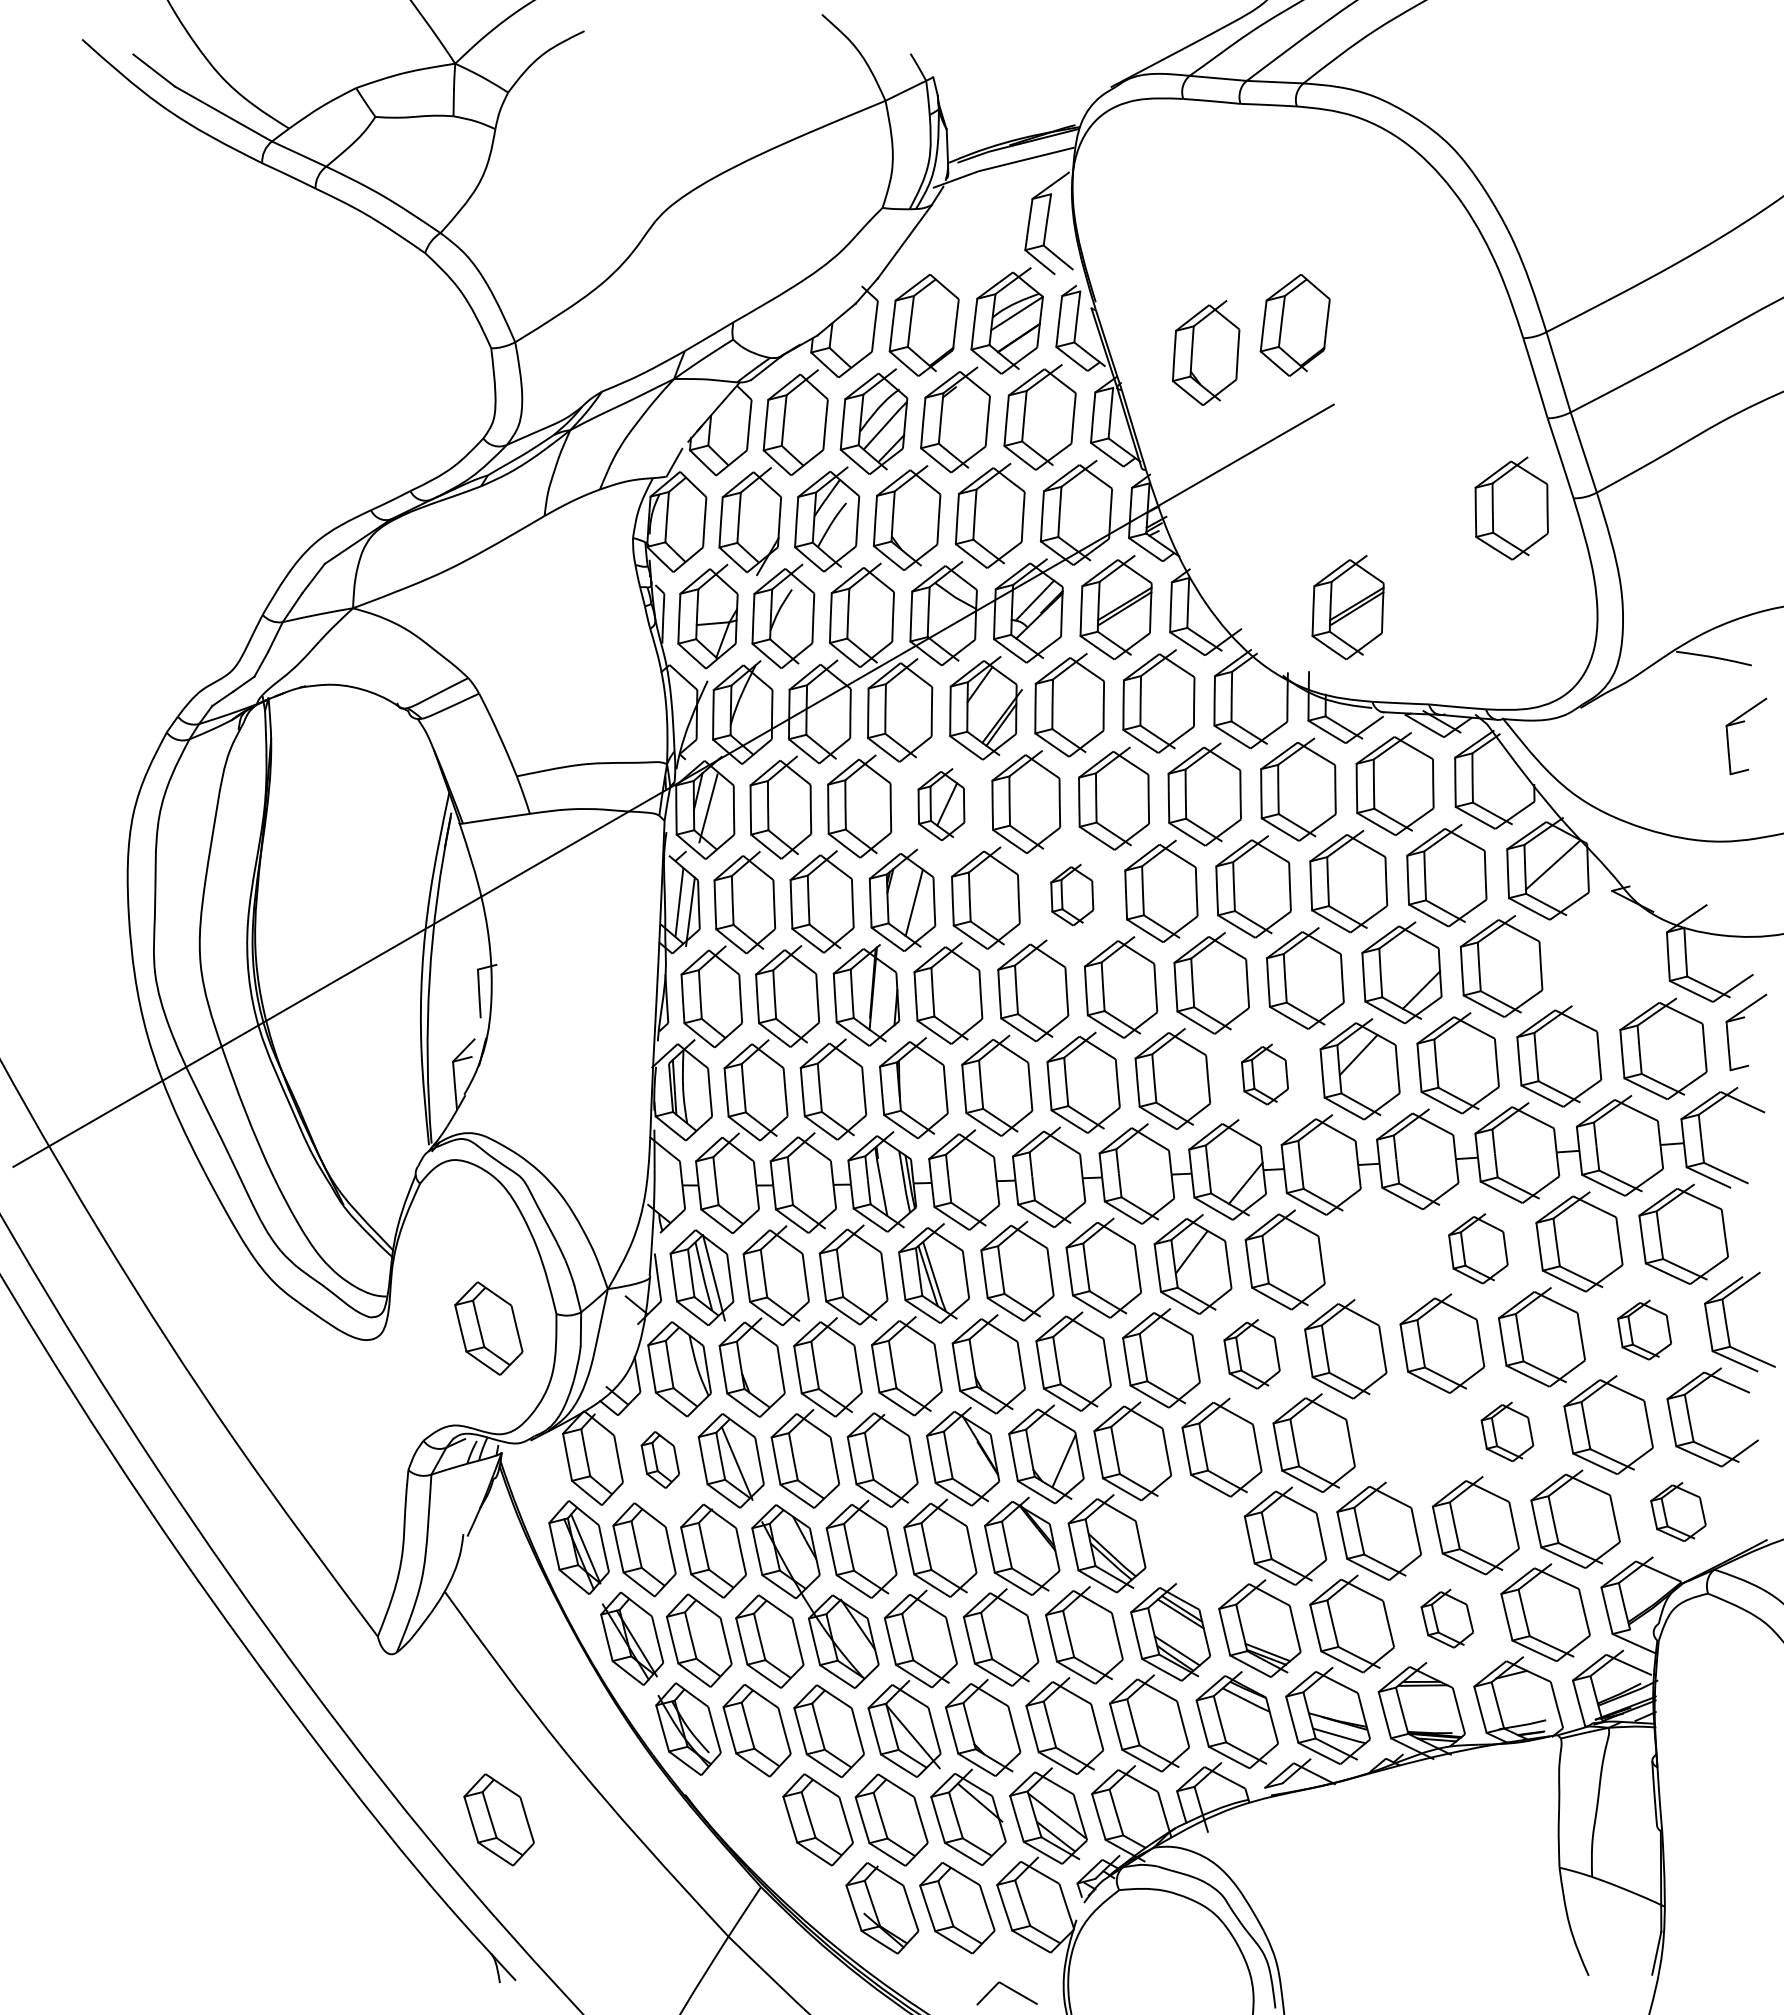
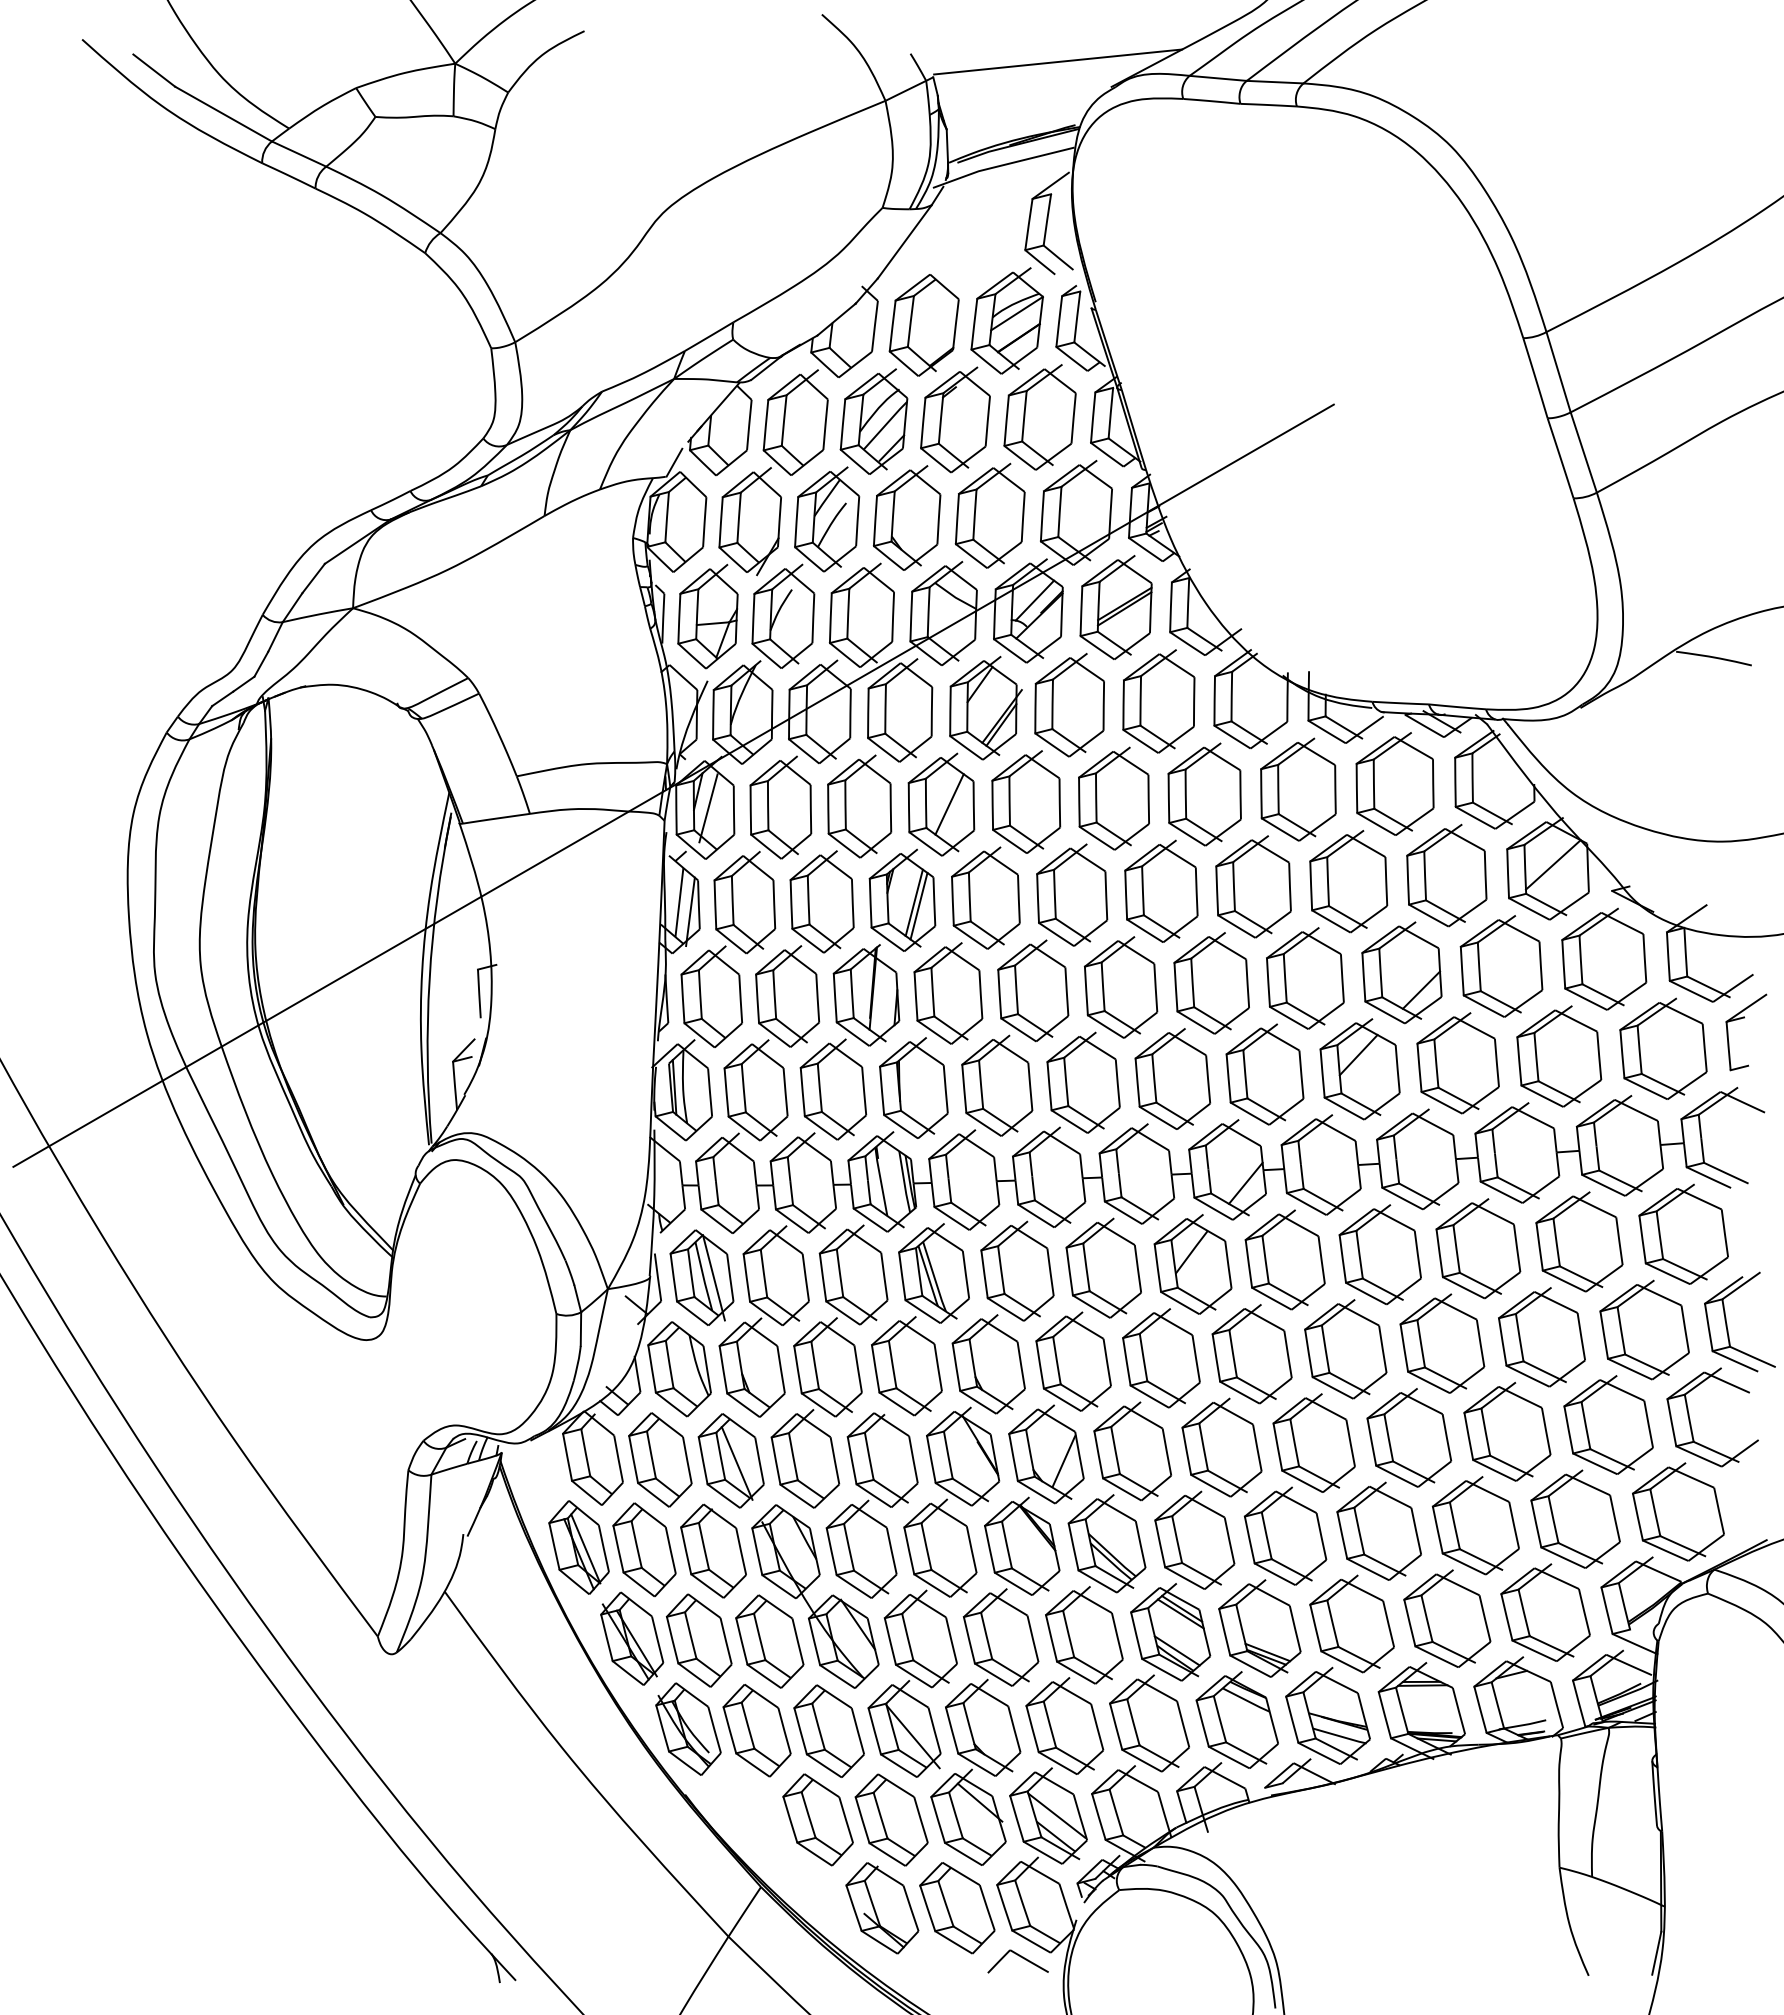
line at (1058, 61): none -> present
part at (1294, 325): present -> none
part at (1205, 352): present -> none
part at (1511, 508): present -> none
part at (1347, 607): present -> none
part at (1744, 722): present -> none
part at (941, 804) size: 49x73 px -> 69x105 px
part at (1072, 894) size: 45x64 px -> 73x104 px
line at (918, 905): none -> present
part at (1604, 958): none -> present
part at (1264, 1074) size: 48x63 px -> 80x103 px
part at (1478, 1248) size: 61x72 px -> 87x102 px
part at (1379, 1254): none -> present
part at (488, 1328): present -> none
part at (1644, 1329) size: 55x62 px -> 91x102 px
part at (1251, 1354) size: 58x71 px -> 82x101 px
part at (1507, 1431) size: 55x61 px -> 89x100 px
part at (1409, 1437): none -> present
part at (659, 1459) size: 40x58 px -> 65x96 px
part at (1678, 1511) size: 57x60 px -> 93x100 px
part at (1194, 1539): none -> present
part at (1446, 1618) size: 54x61 px -> 89x99 px
part at (498, 1819): present -> none
part at (1006, 1993) position: (1006, 1993) -> (1017, 1961)
